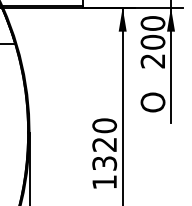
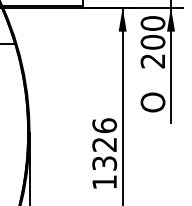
text at (104, 125): 1320 -> 1326
